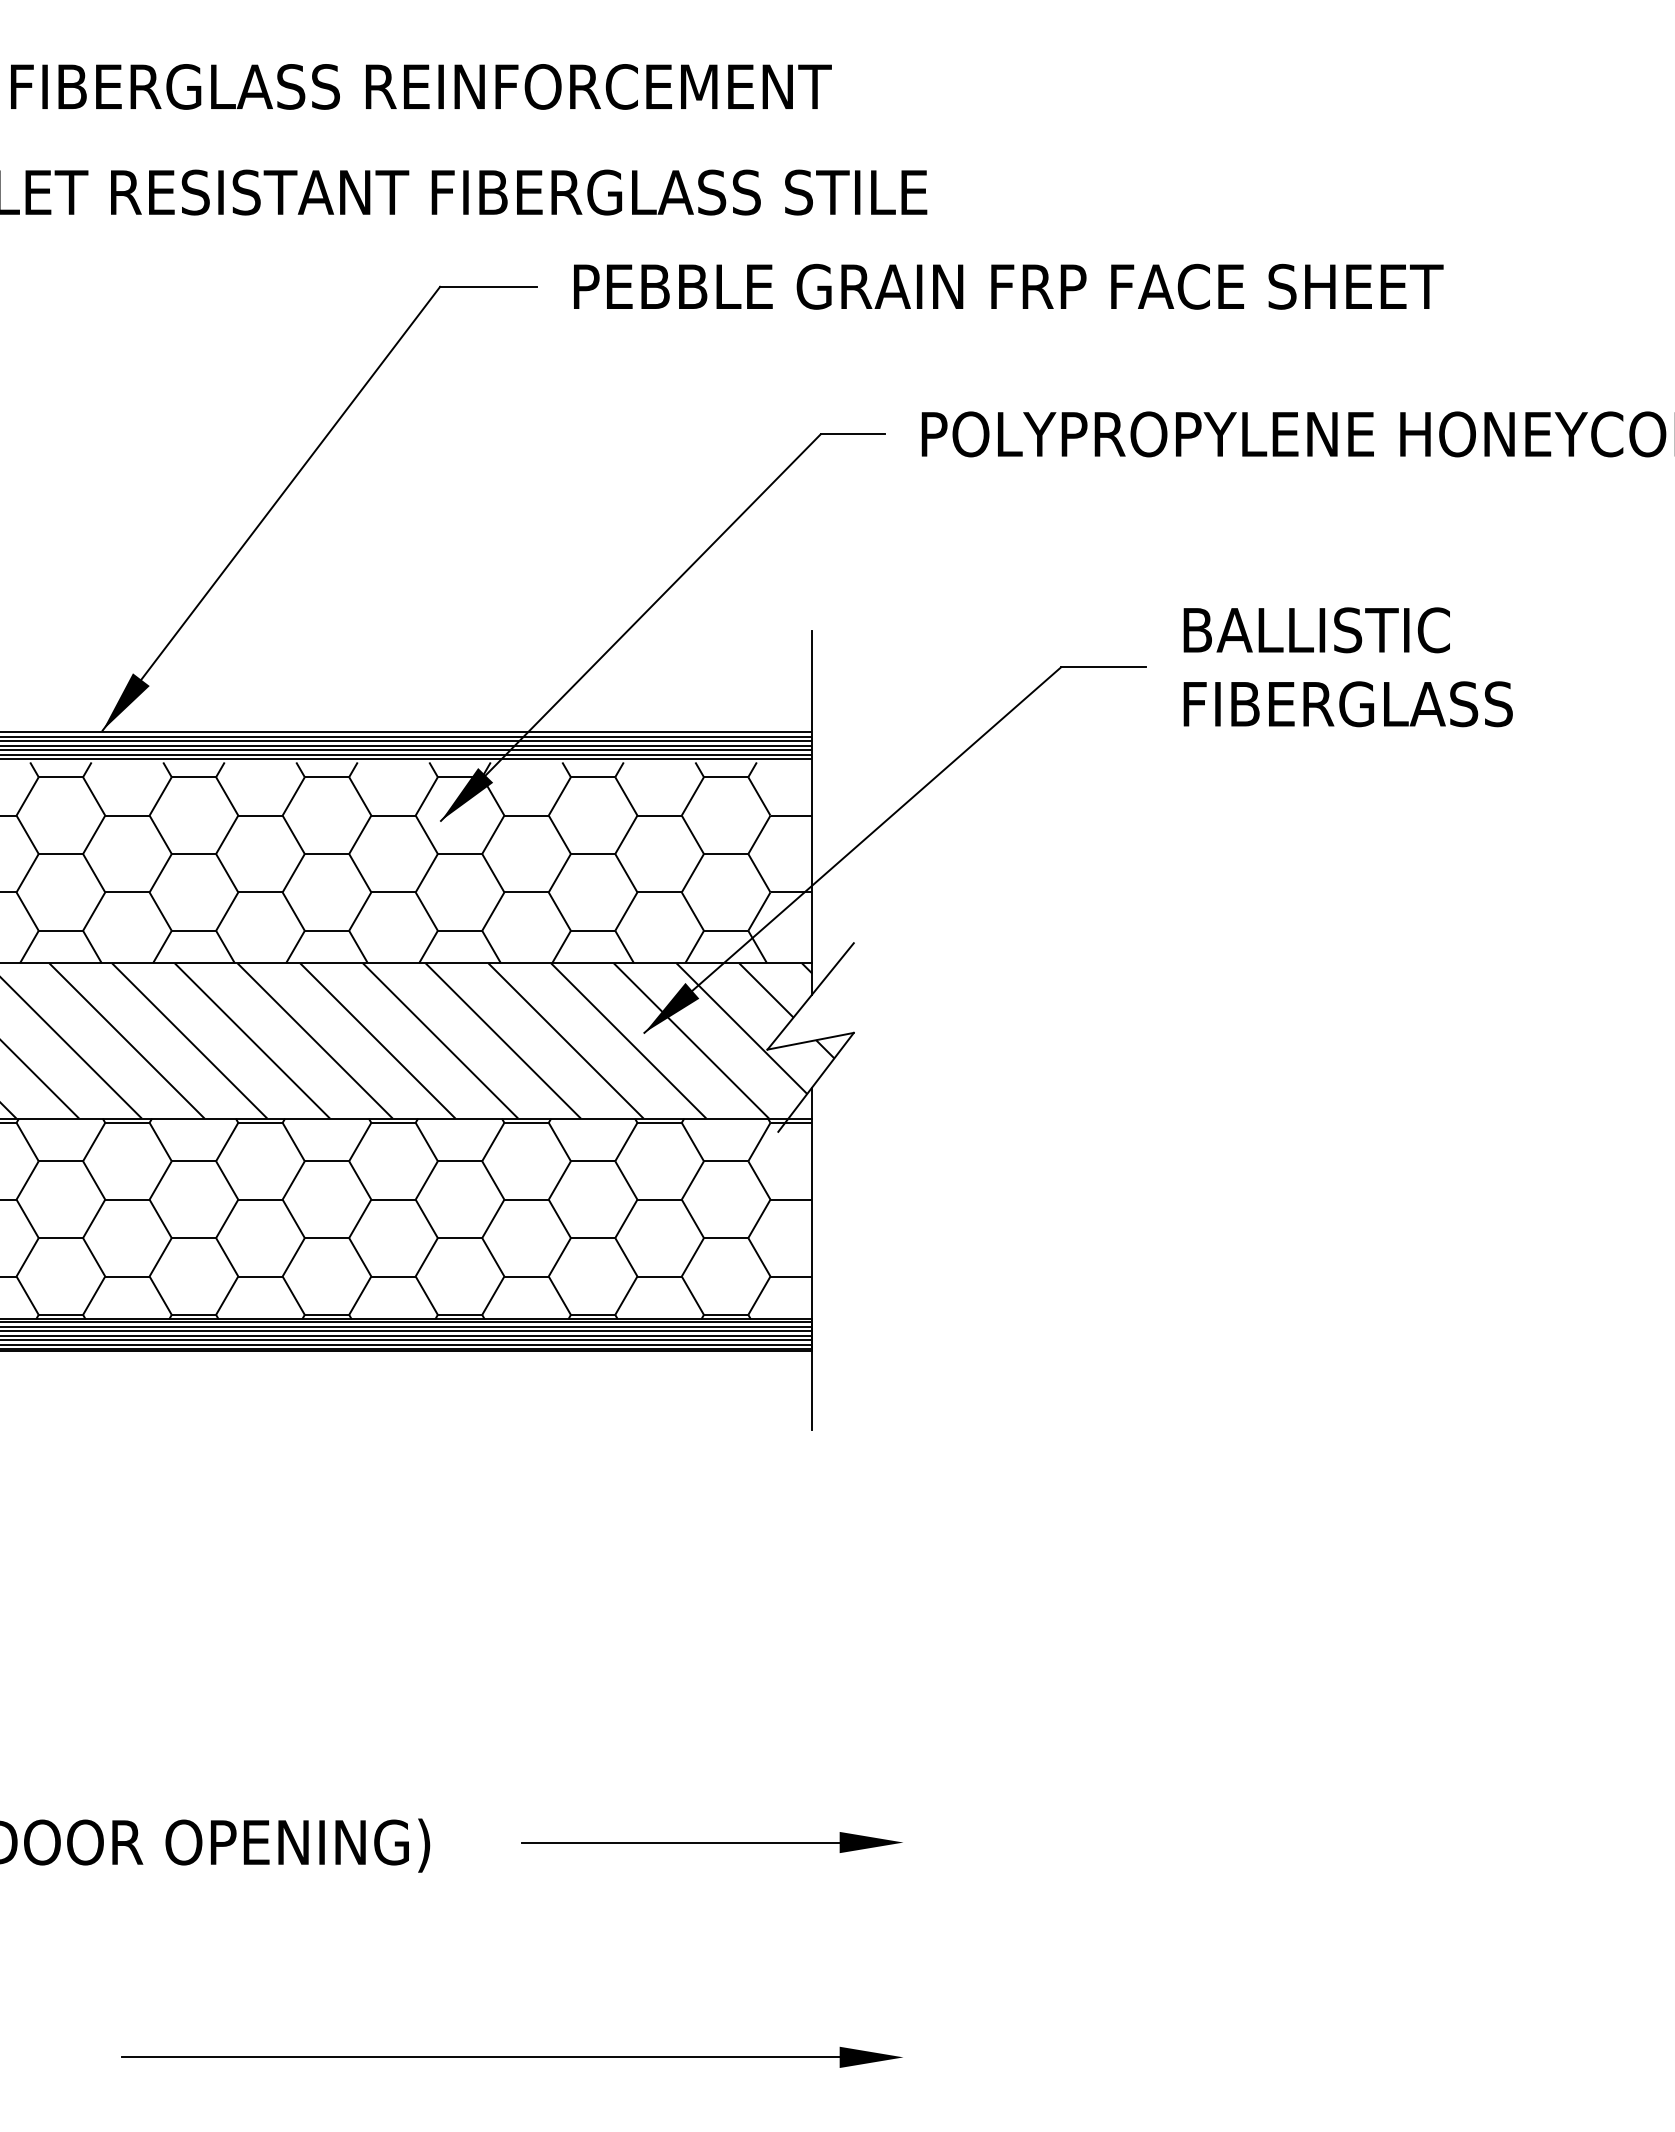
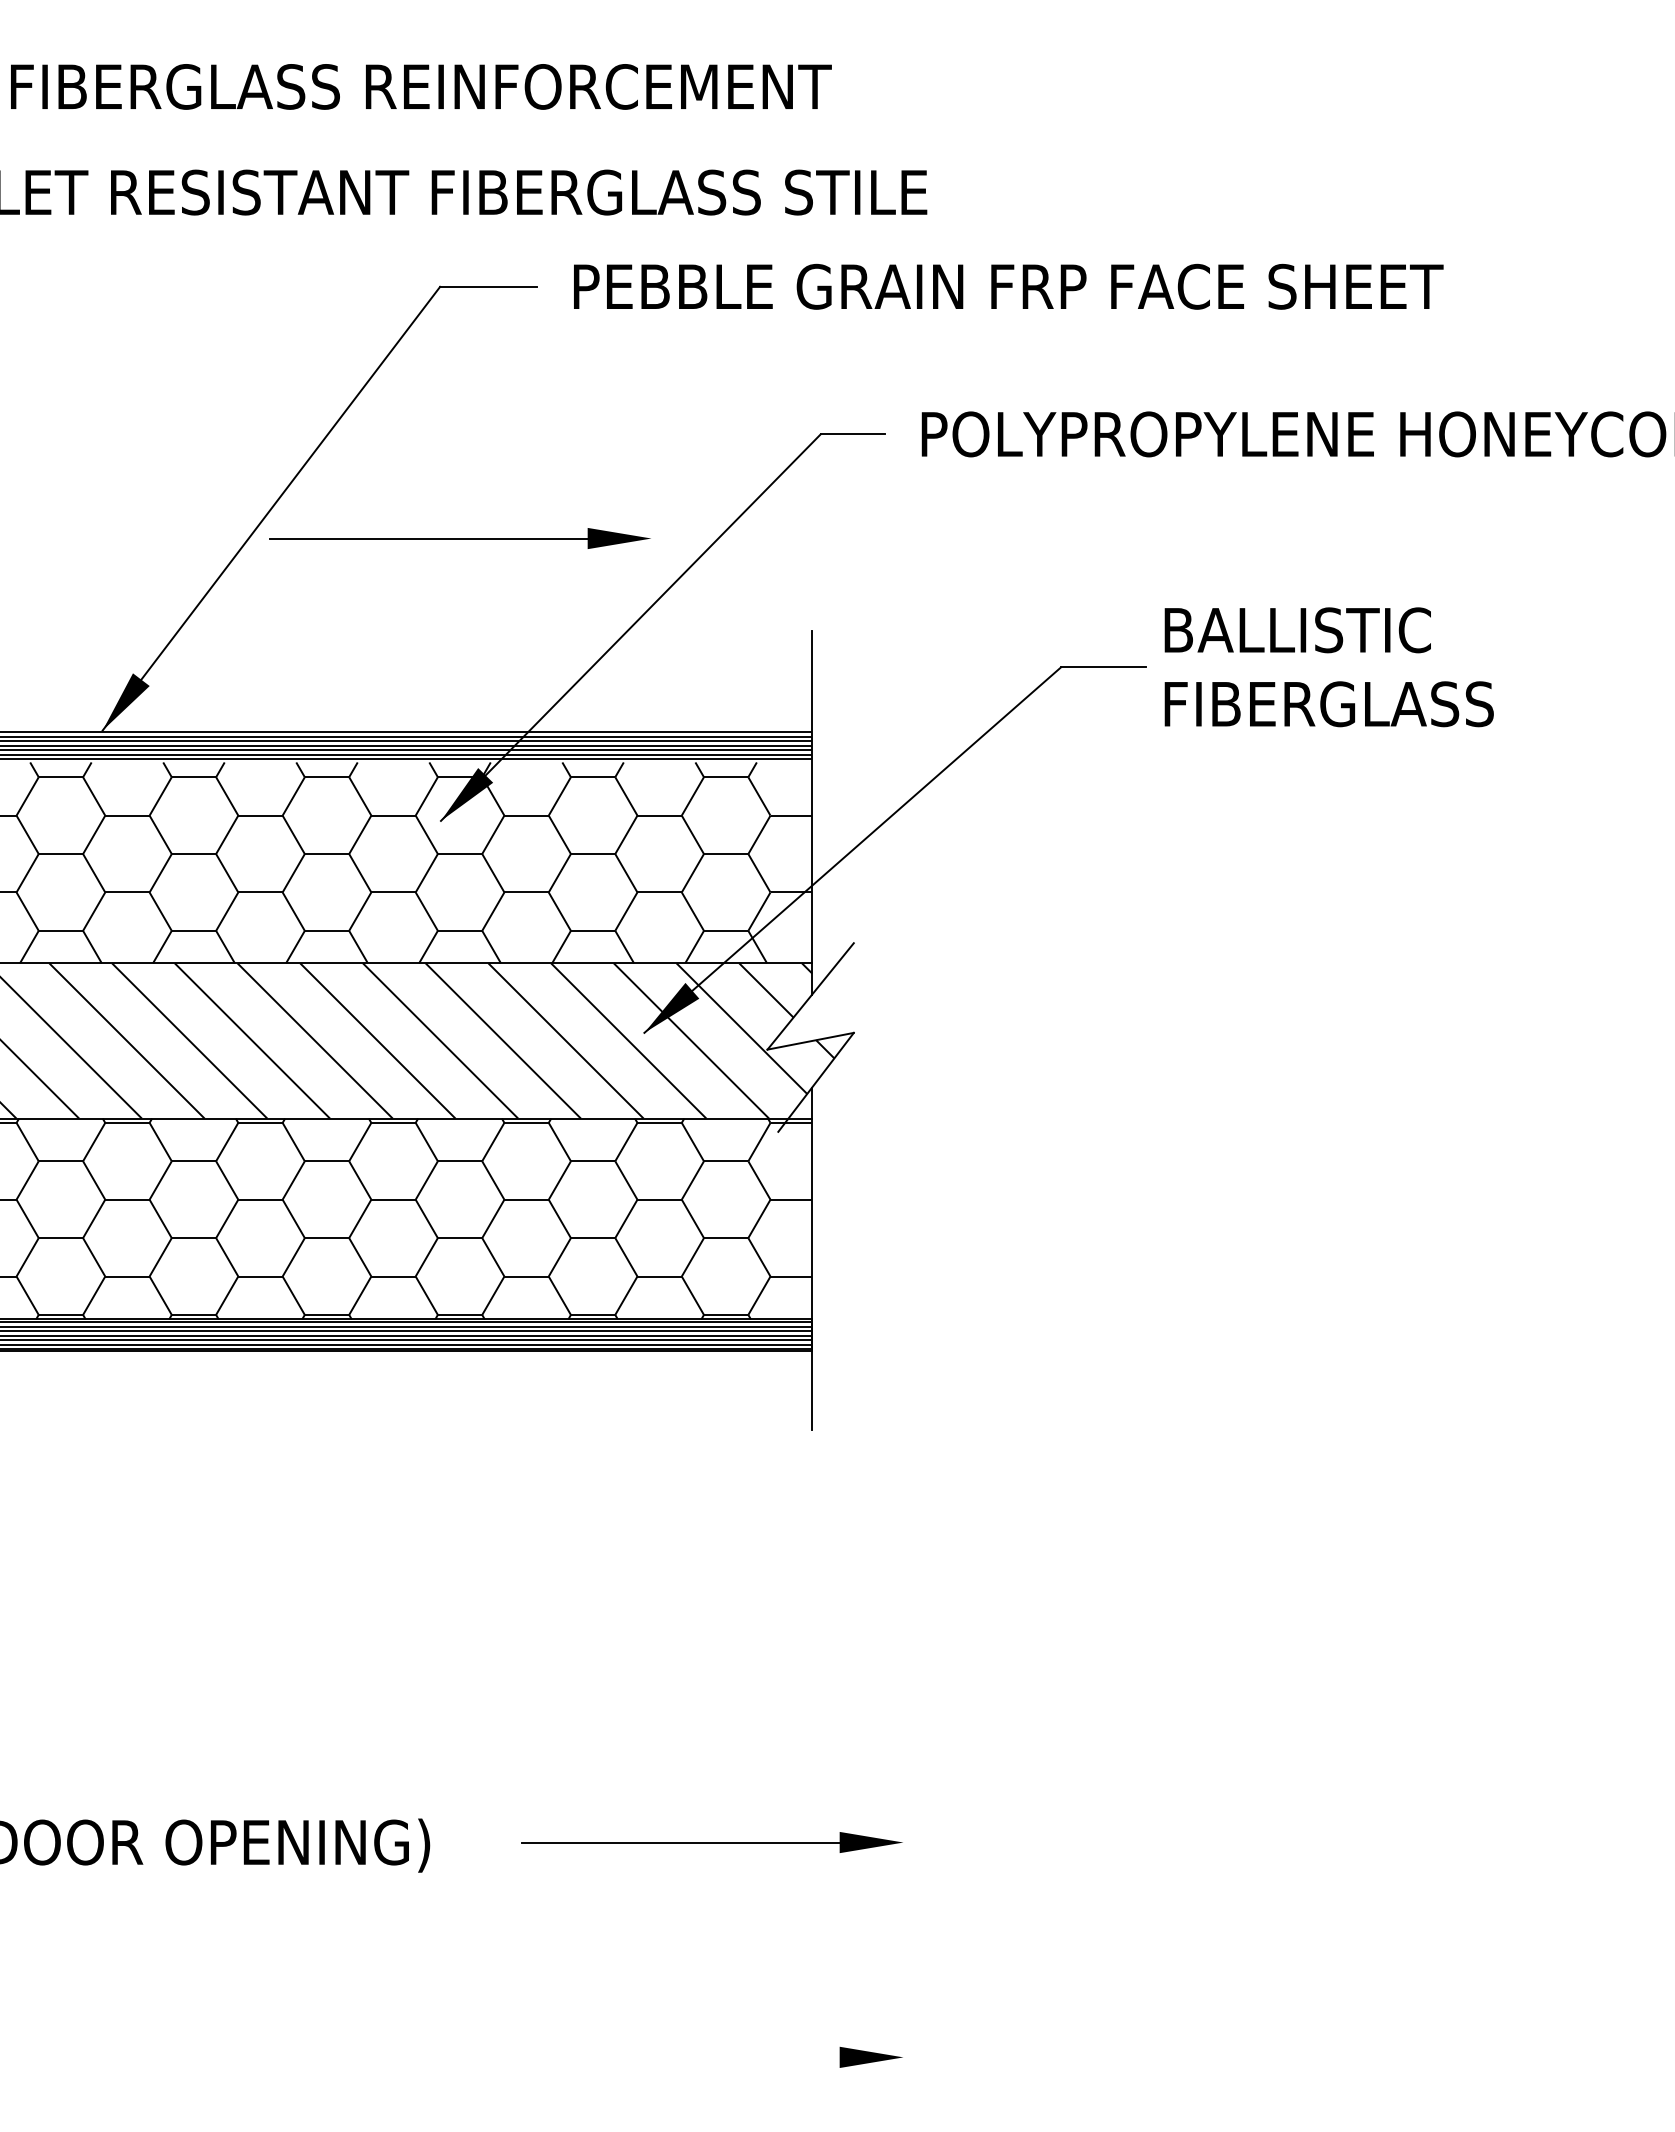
part at (459, 538): none -> present
text at (1347, 667) position: (1347, 667) -> (1328, 667)
line at (480, 2057): present -> none
